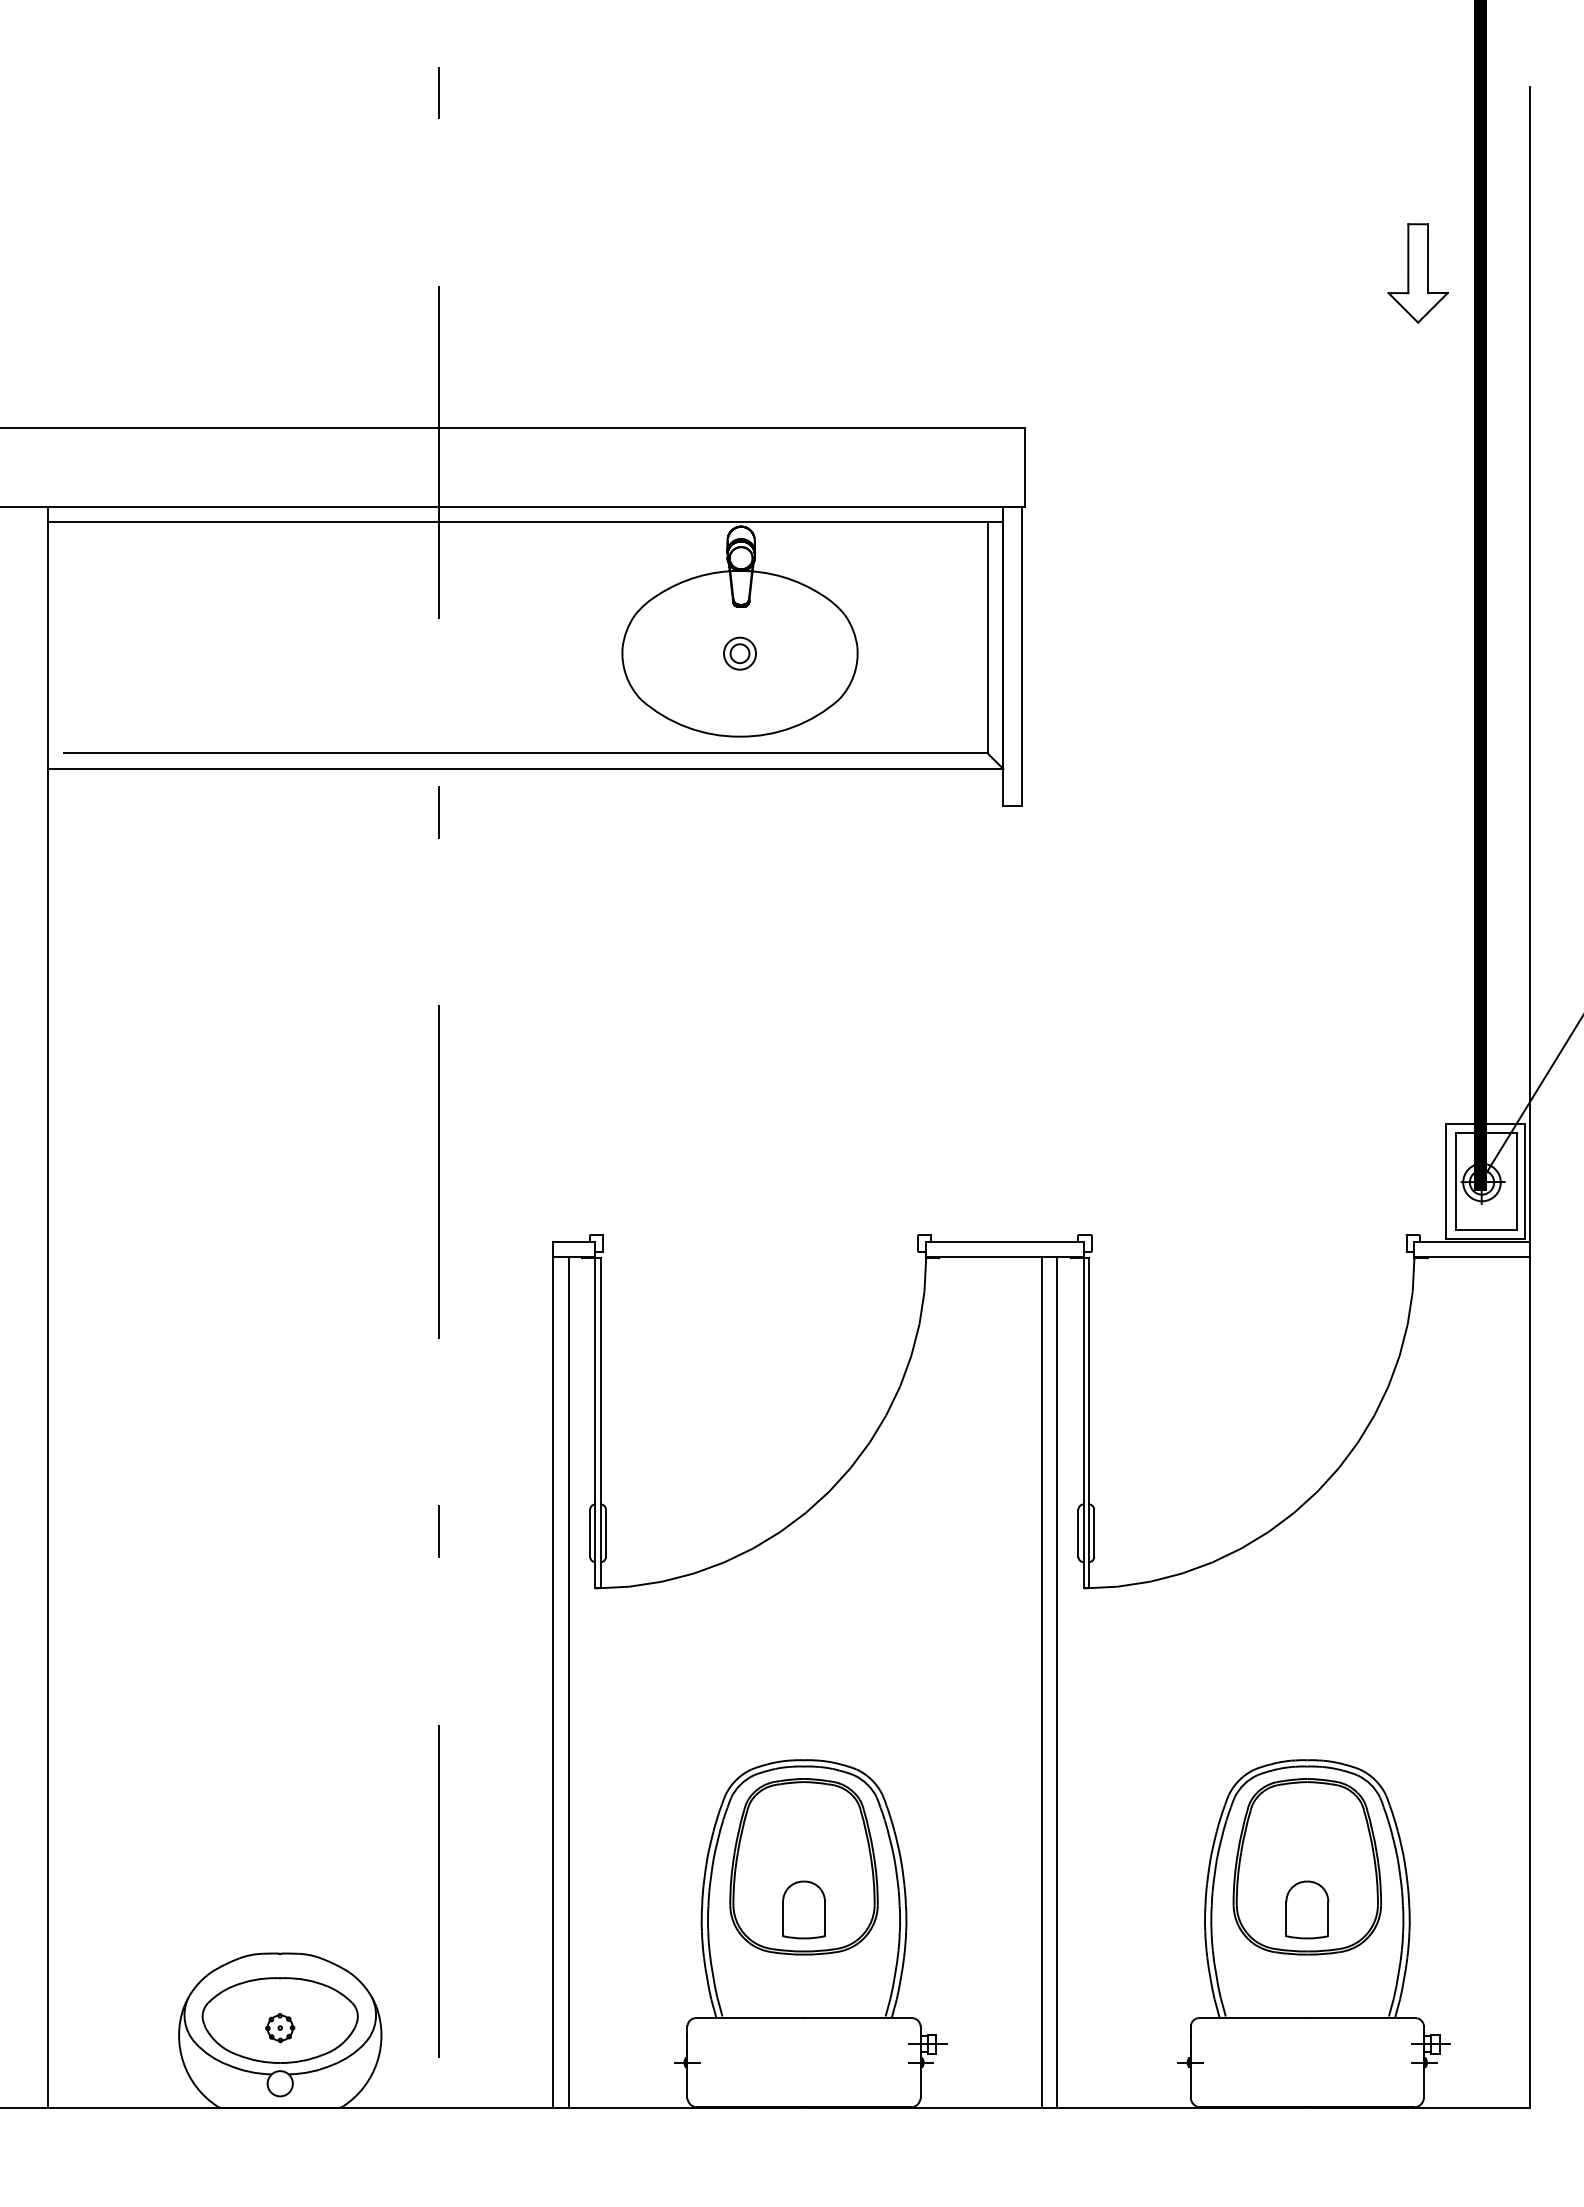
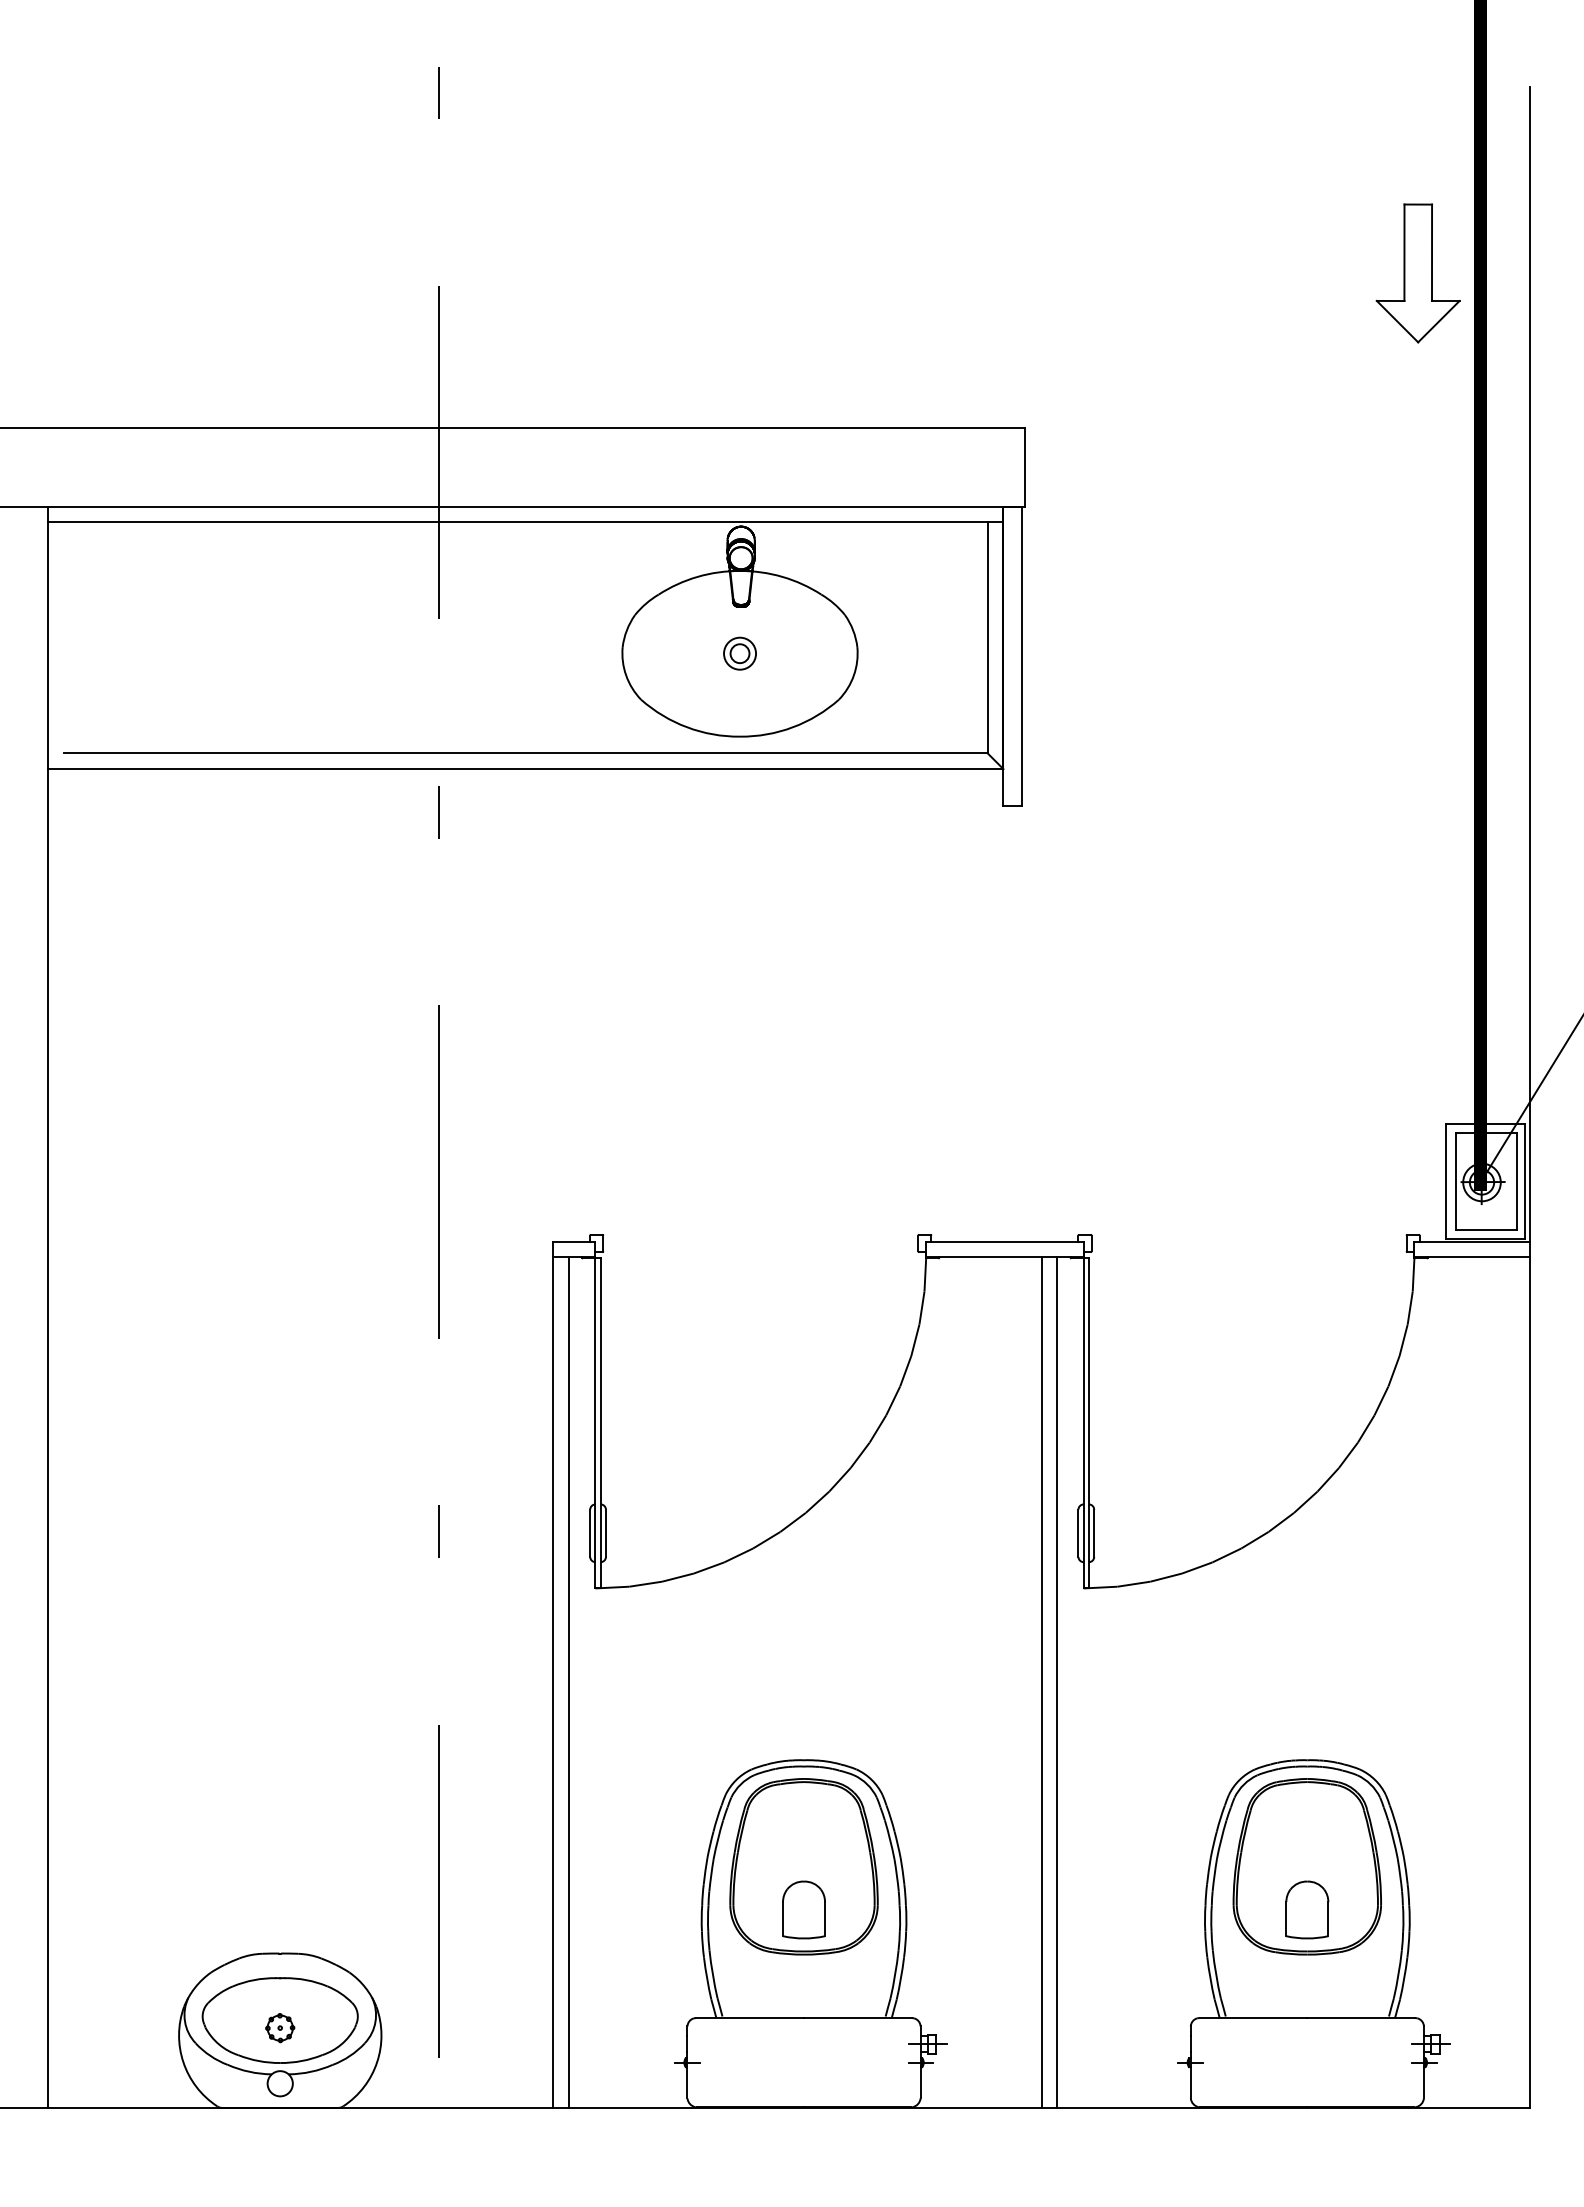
part at (1417, 273) size: 62x101 px -> 86x141 px
